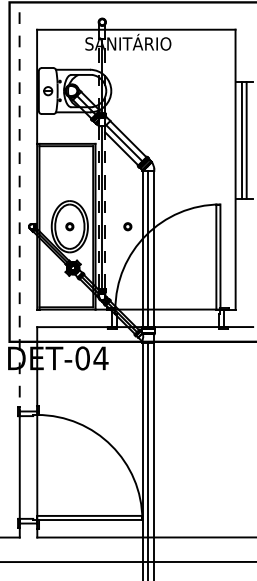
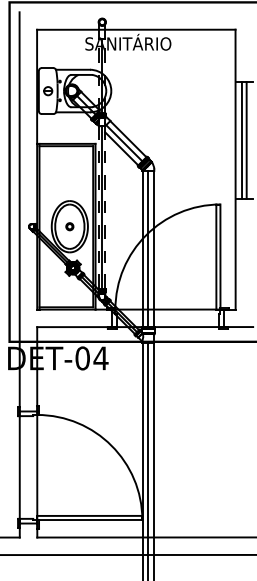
line at (19, 211): dashed -> solid
part at (127, 226): present -> none
line at (127, 561) position: (127, 561) -> (127, 554)
